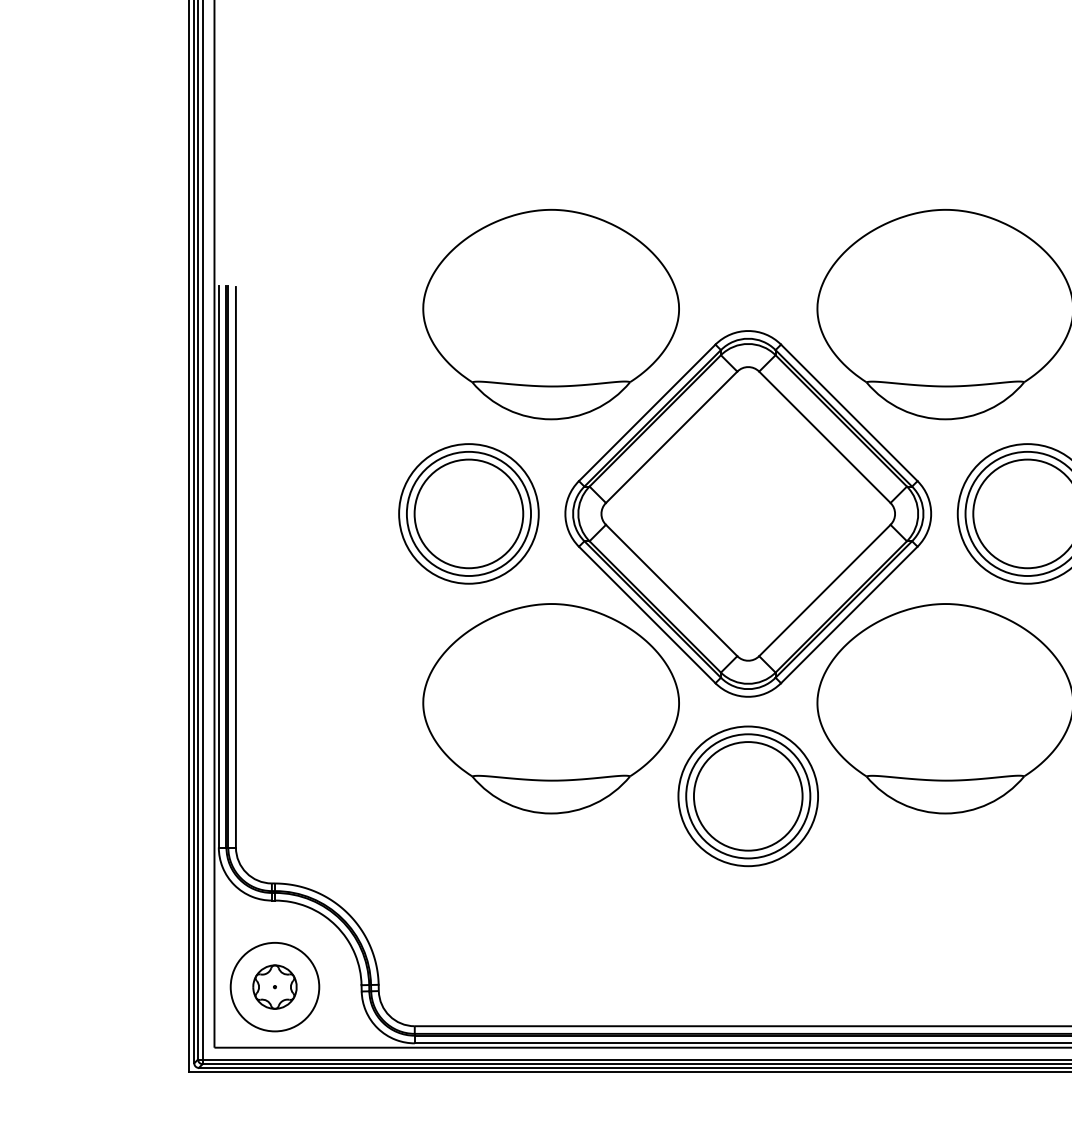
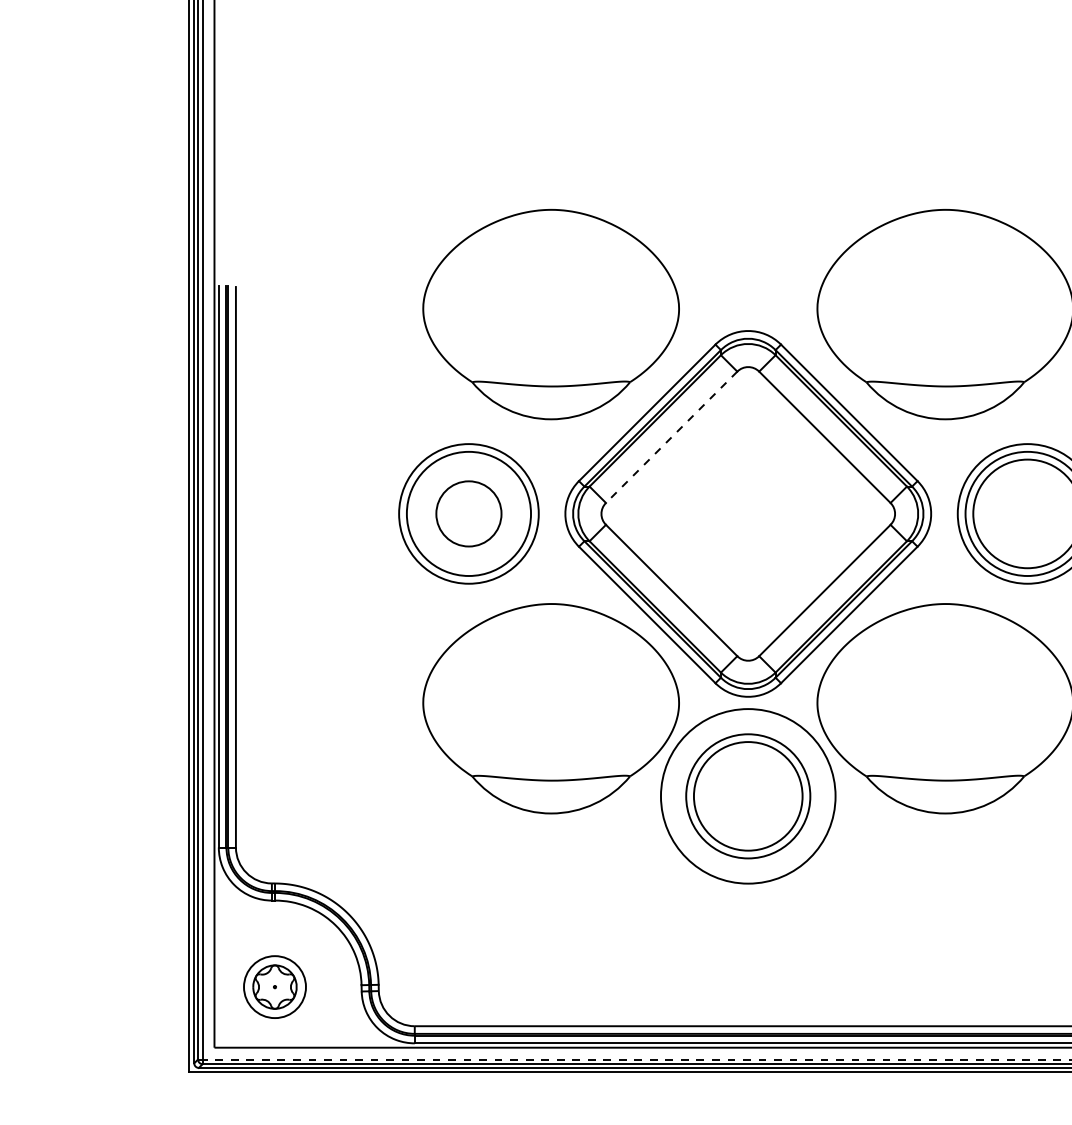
line at (671, 437): solid -> dashed
circle at (468, 513) diameter: 109 px -> 65 px
circle at (748, 796) diameter: 140 px -> 175 px
circle at (274, 986) diameter: 89 px -> 62 px
line at (636, 1059): solid -> dashed
